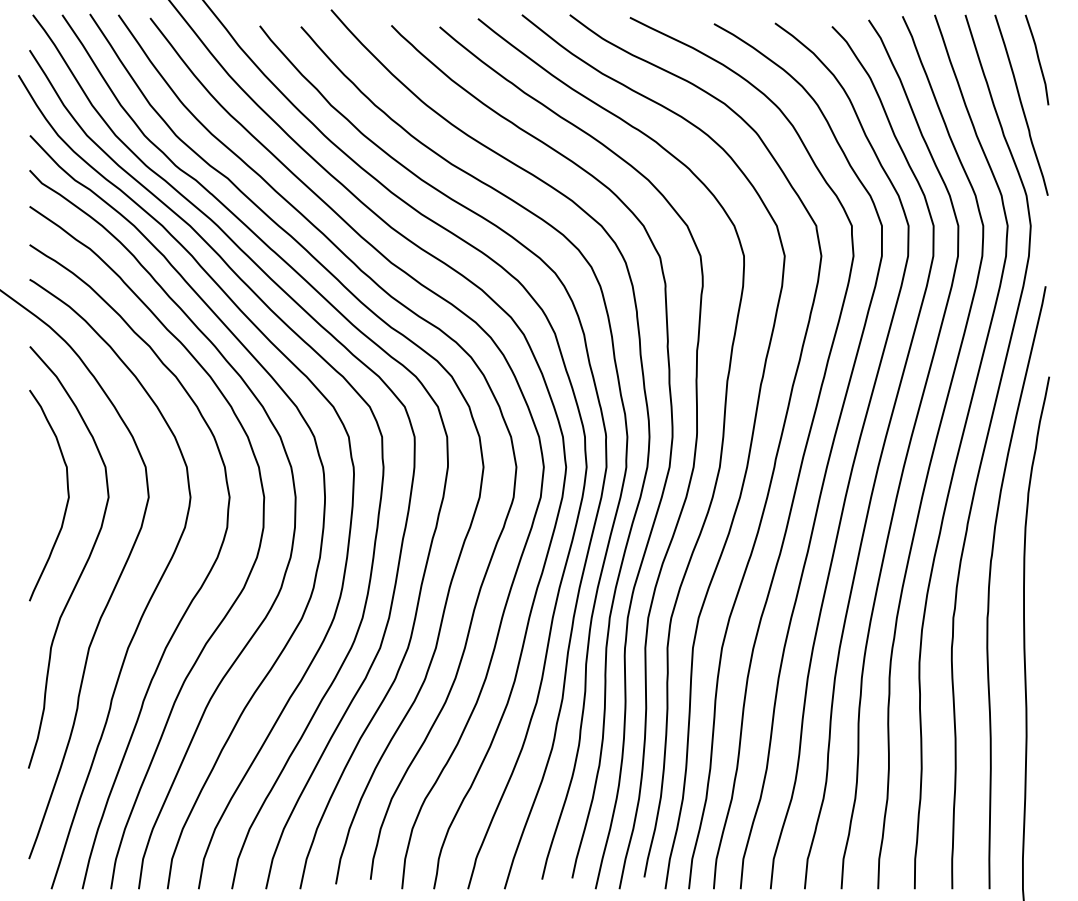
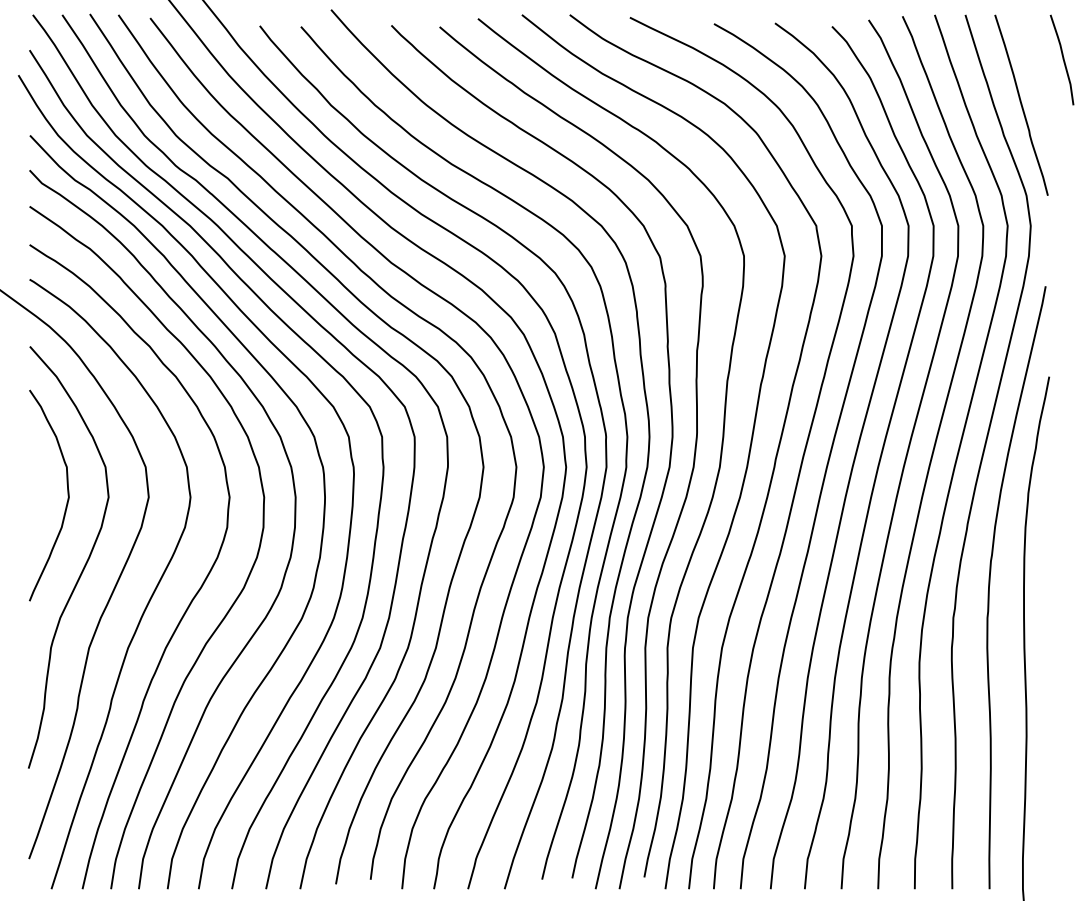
curve at (1037, 59) position: (1037, 59) -> (1062, 59)
